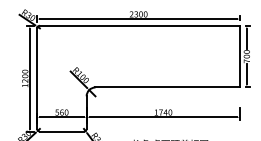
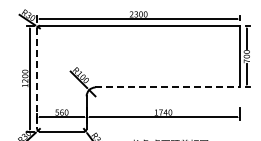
line at (37, 79): solid -> dashed
line at (168, 87): solid -> dashed
